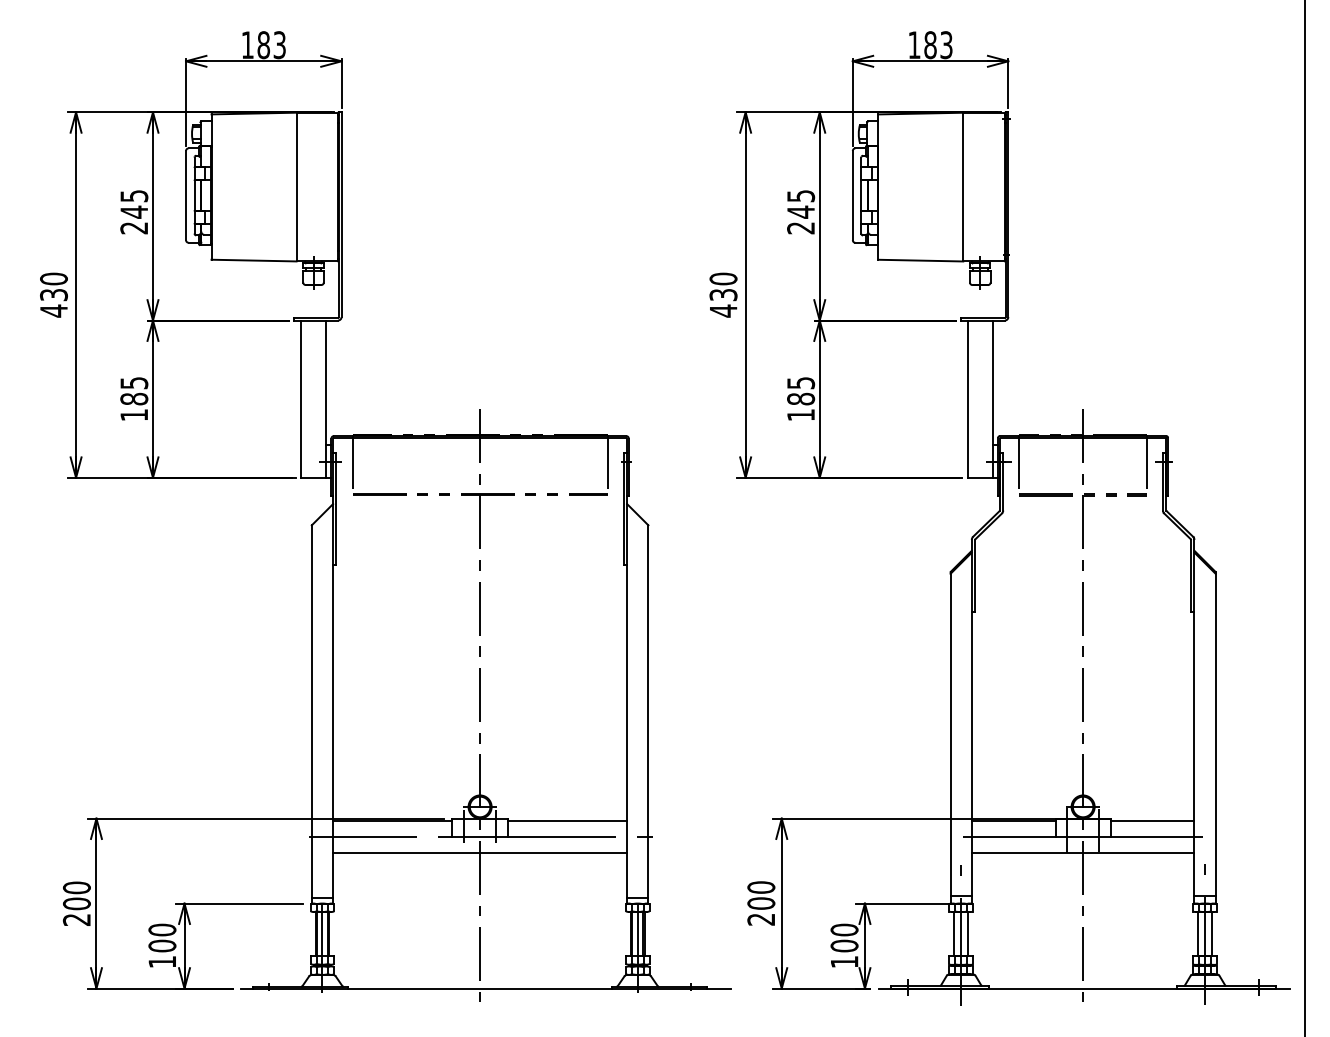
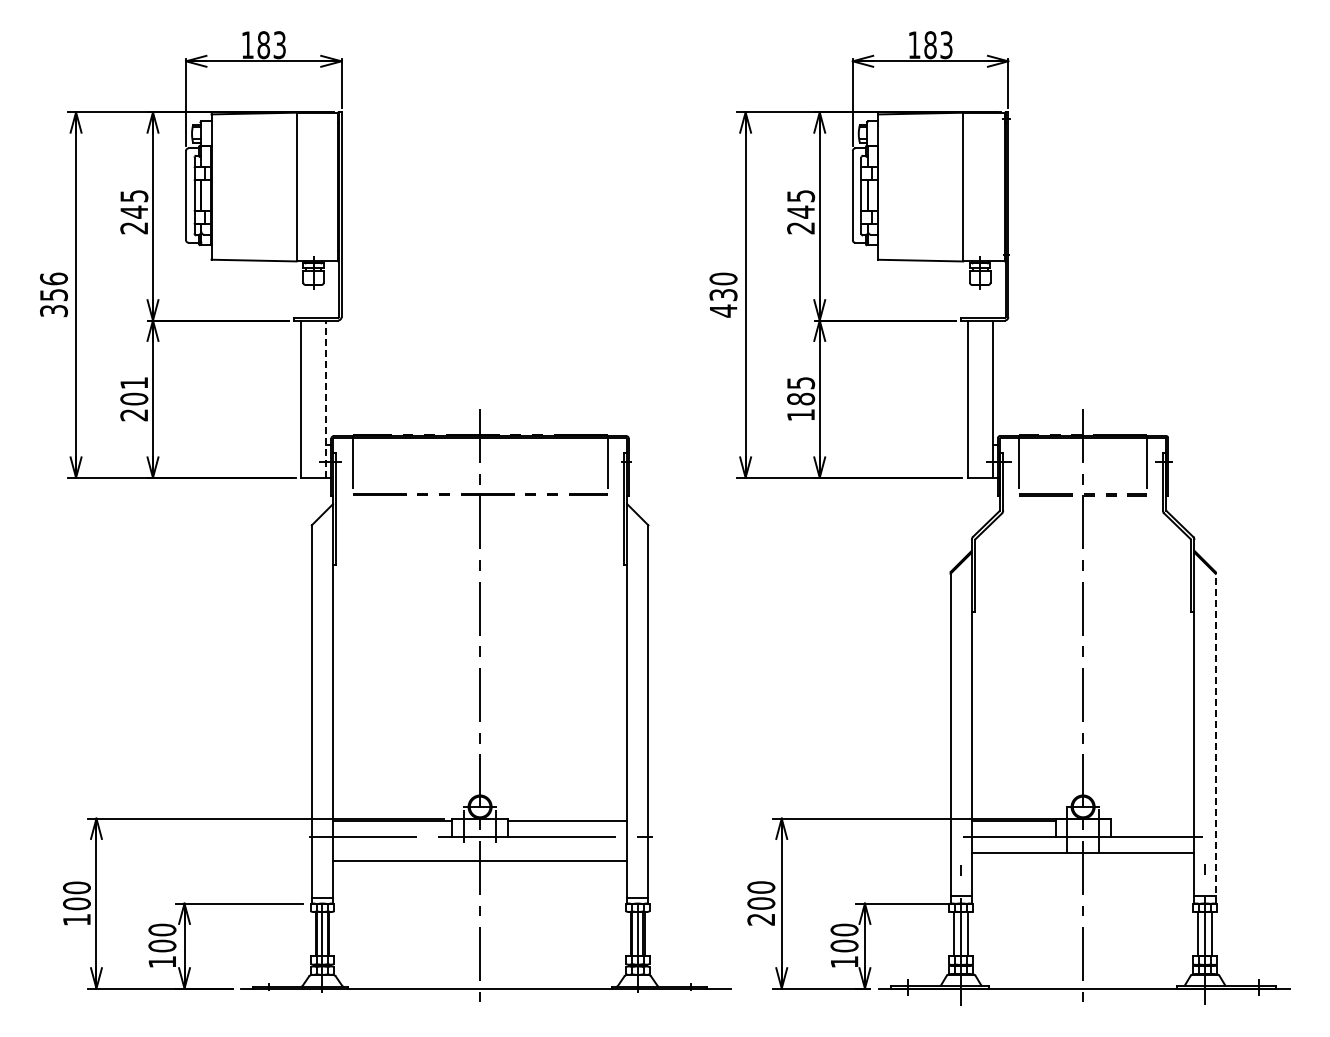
text at (53, 294): 430 -> 356
text at (134, 399): 185 -> 201
line at (326, 399): solid -> dashed
line at (1305, 517): present -> none
line at (1215, 737): solid -> dashed
line at (1152, 821): present -> none
line at (480, 853) position: (480, 853) -> (480, 861)
text at (76, 919): 200 -> 100
